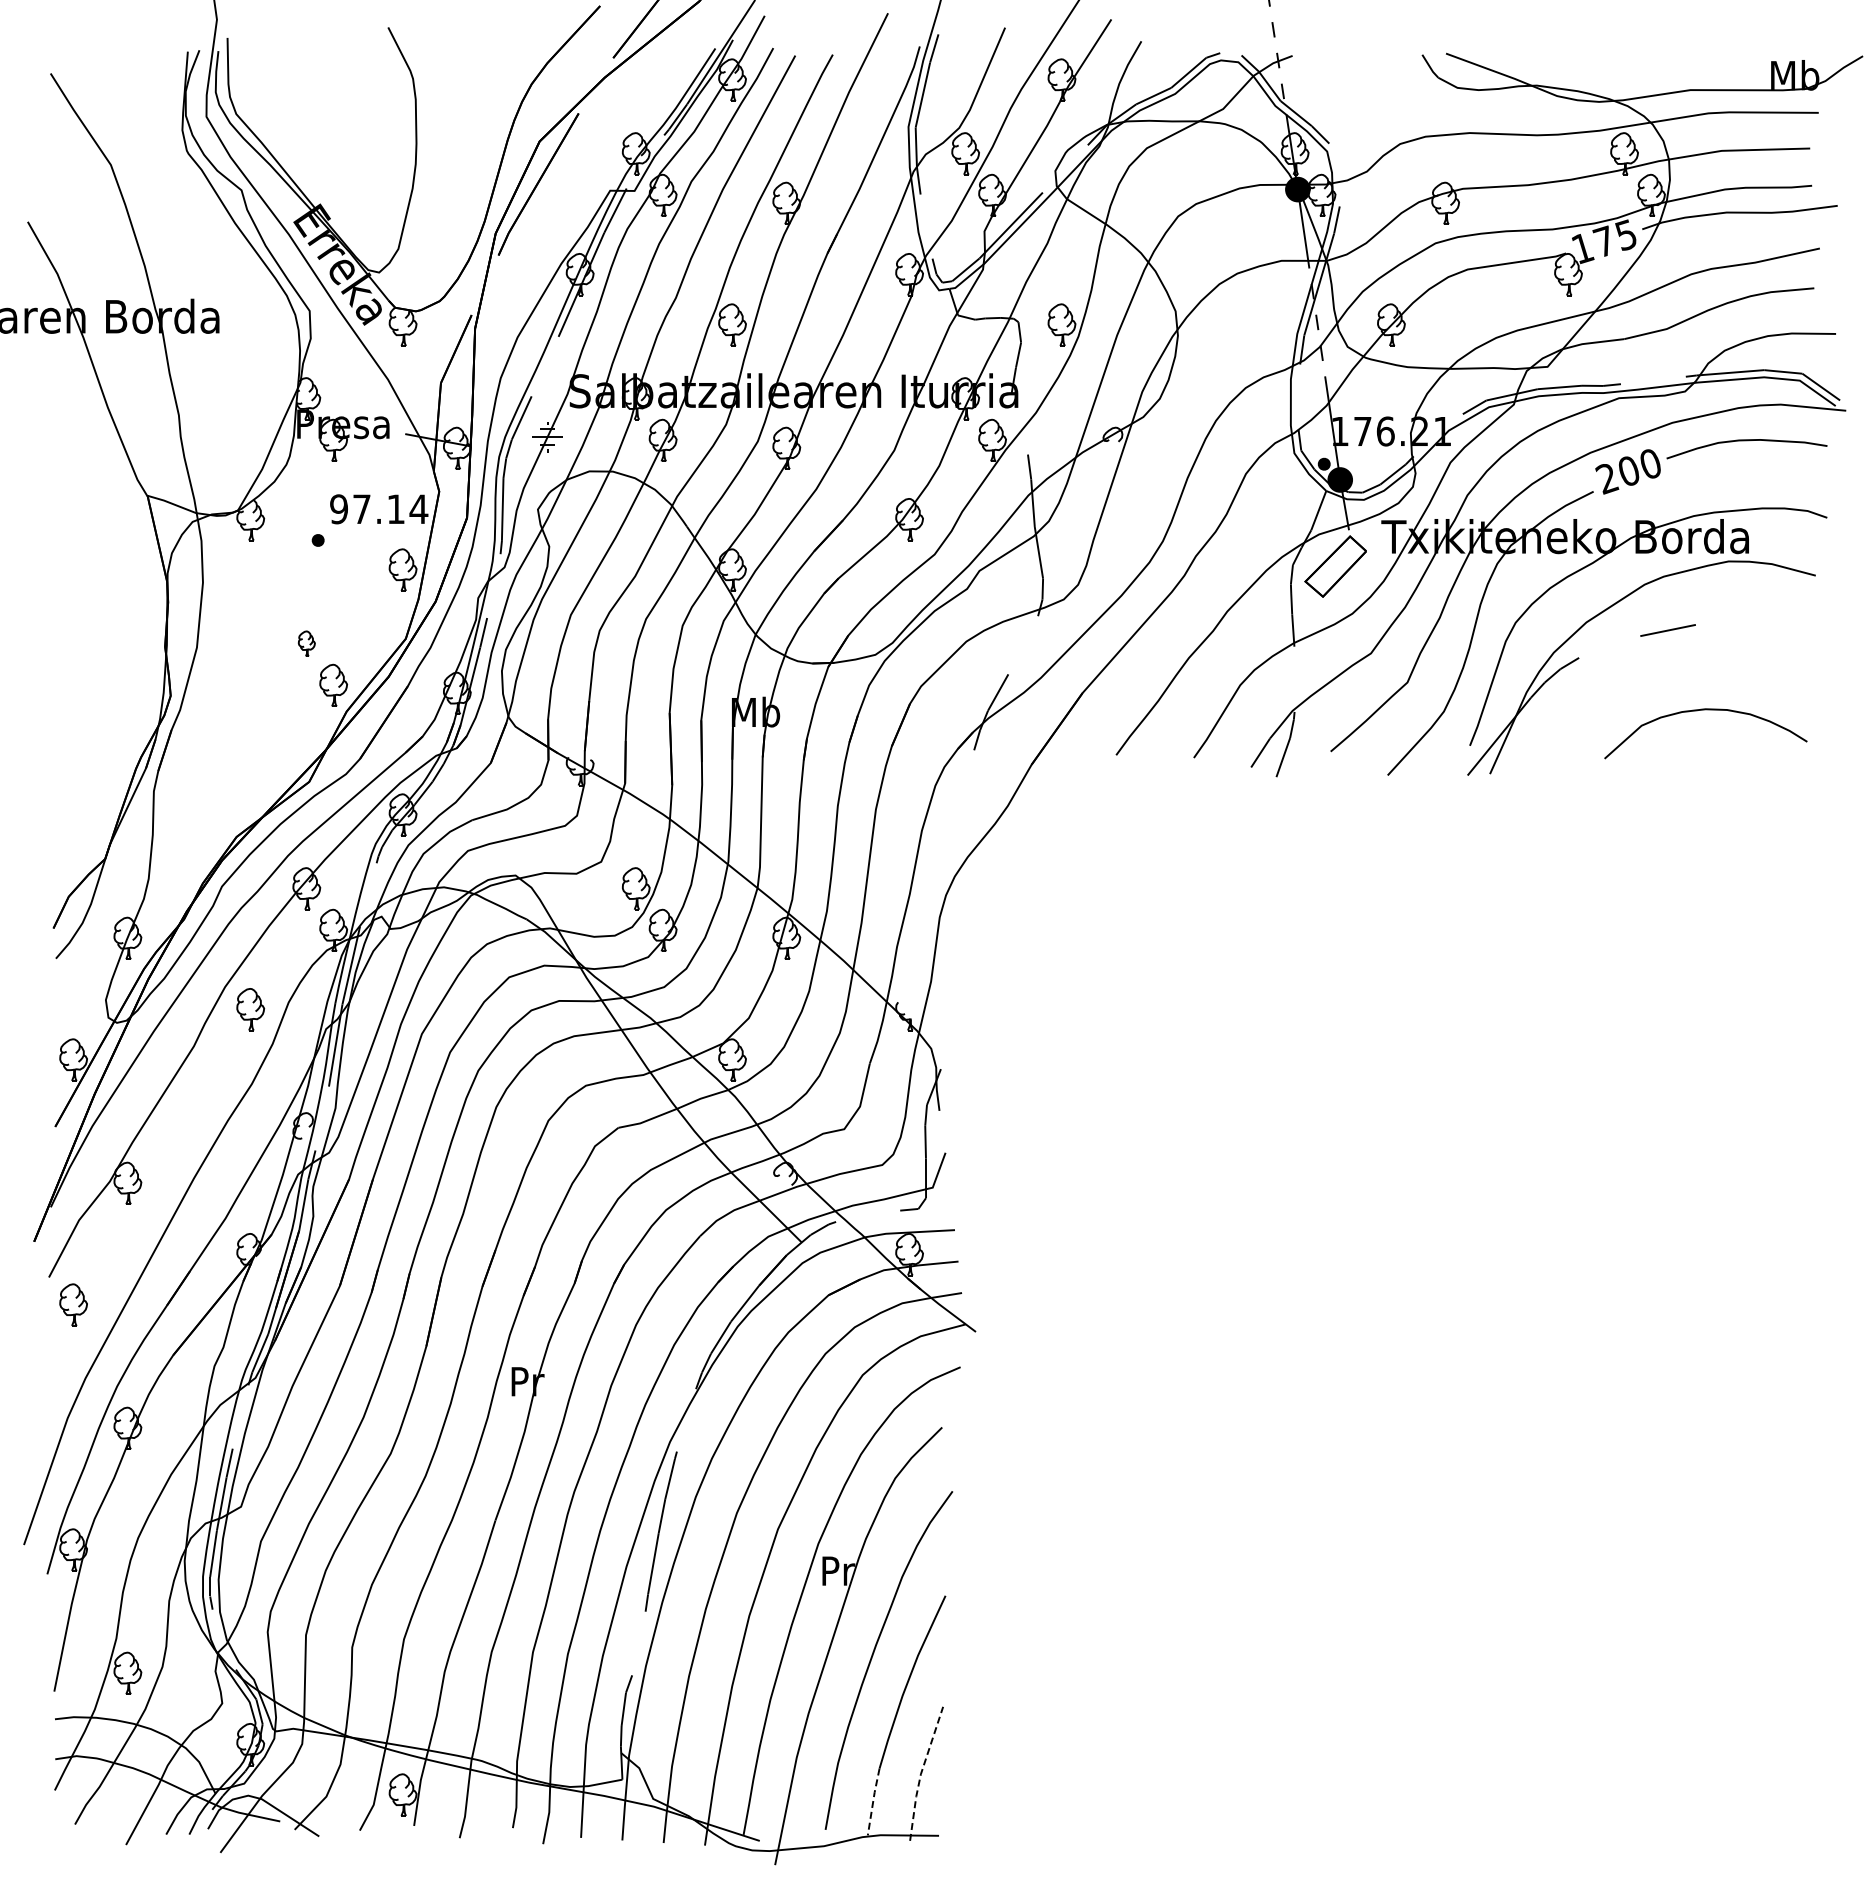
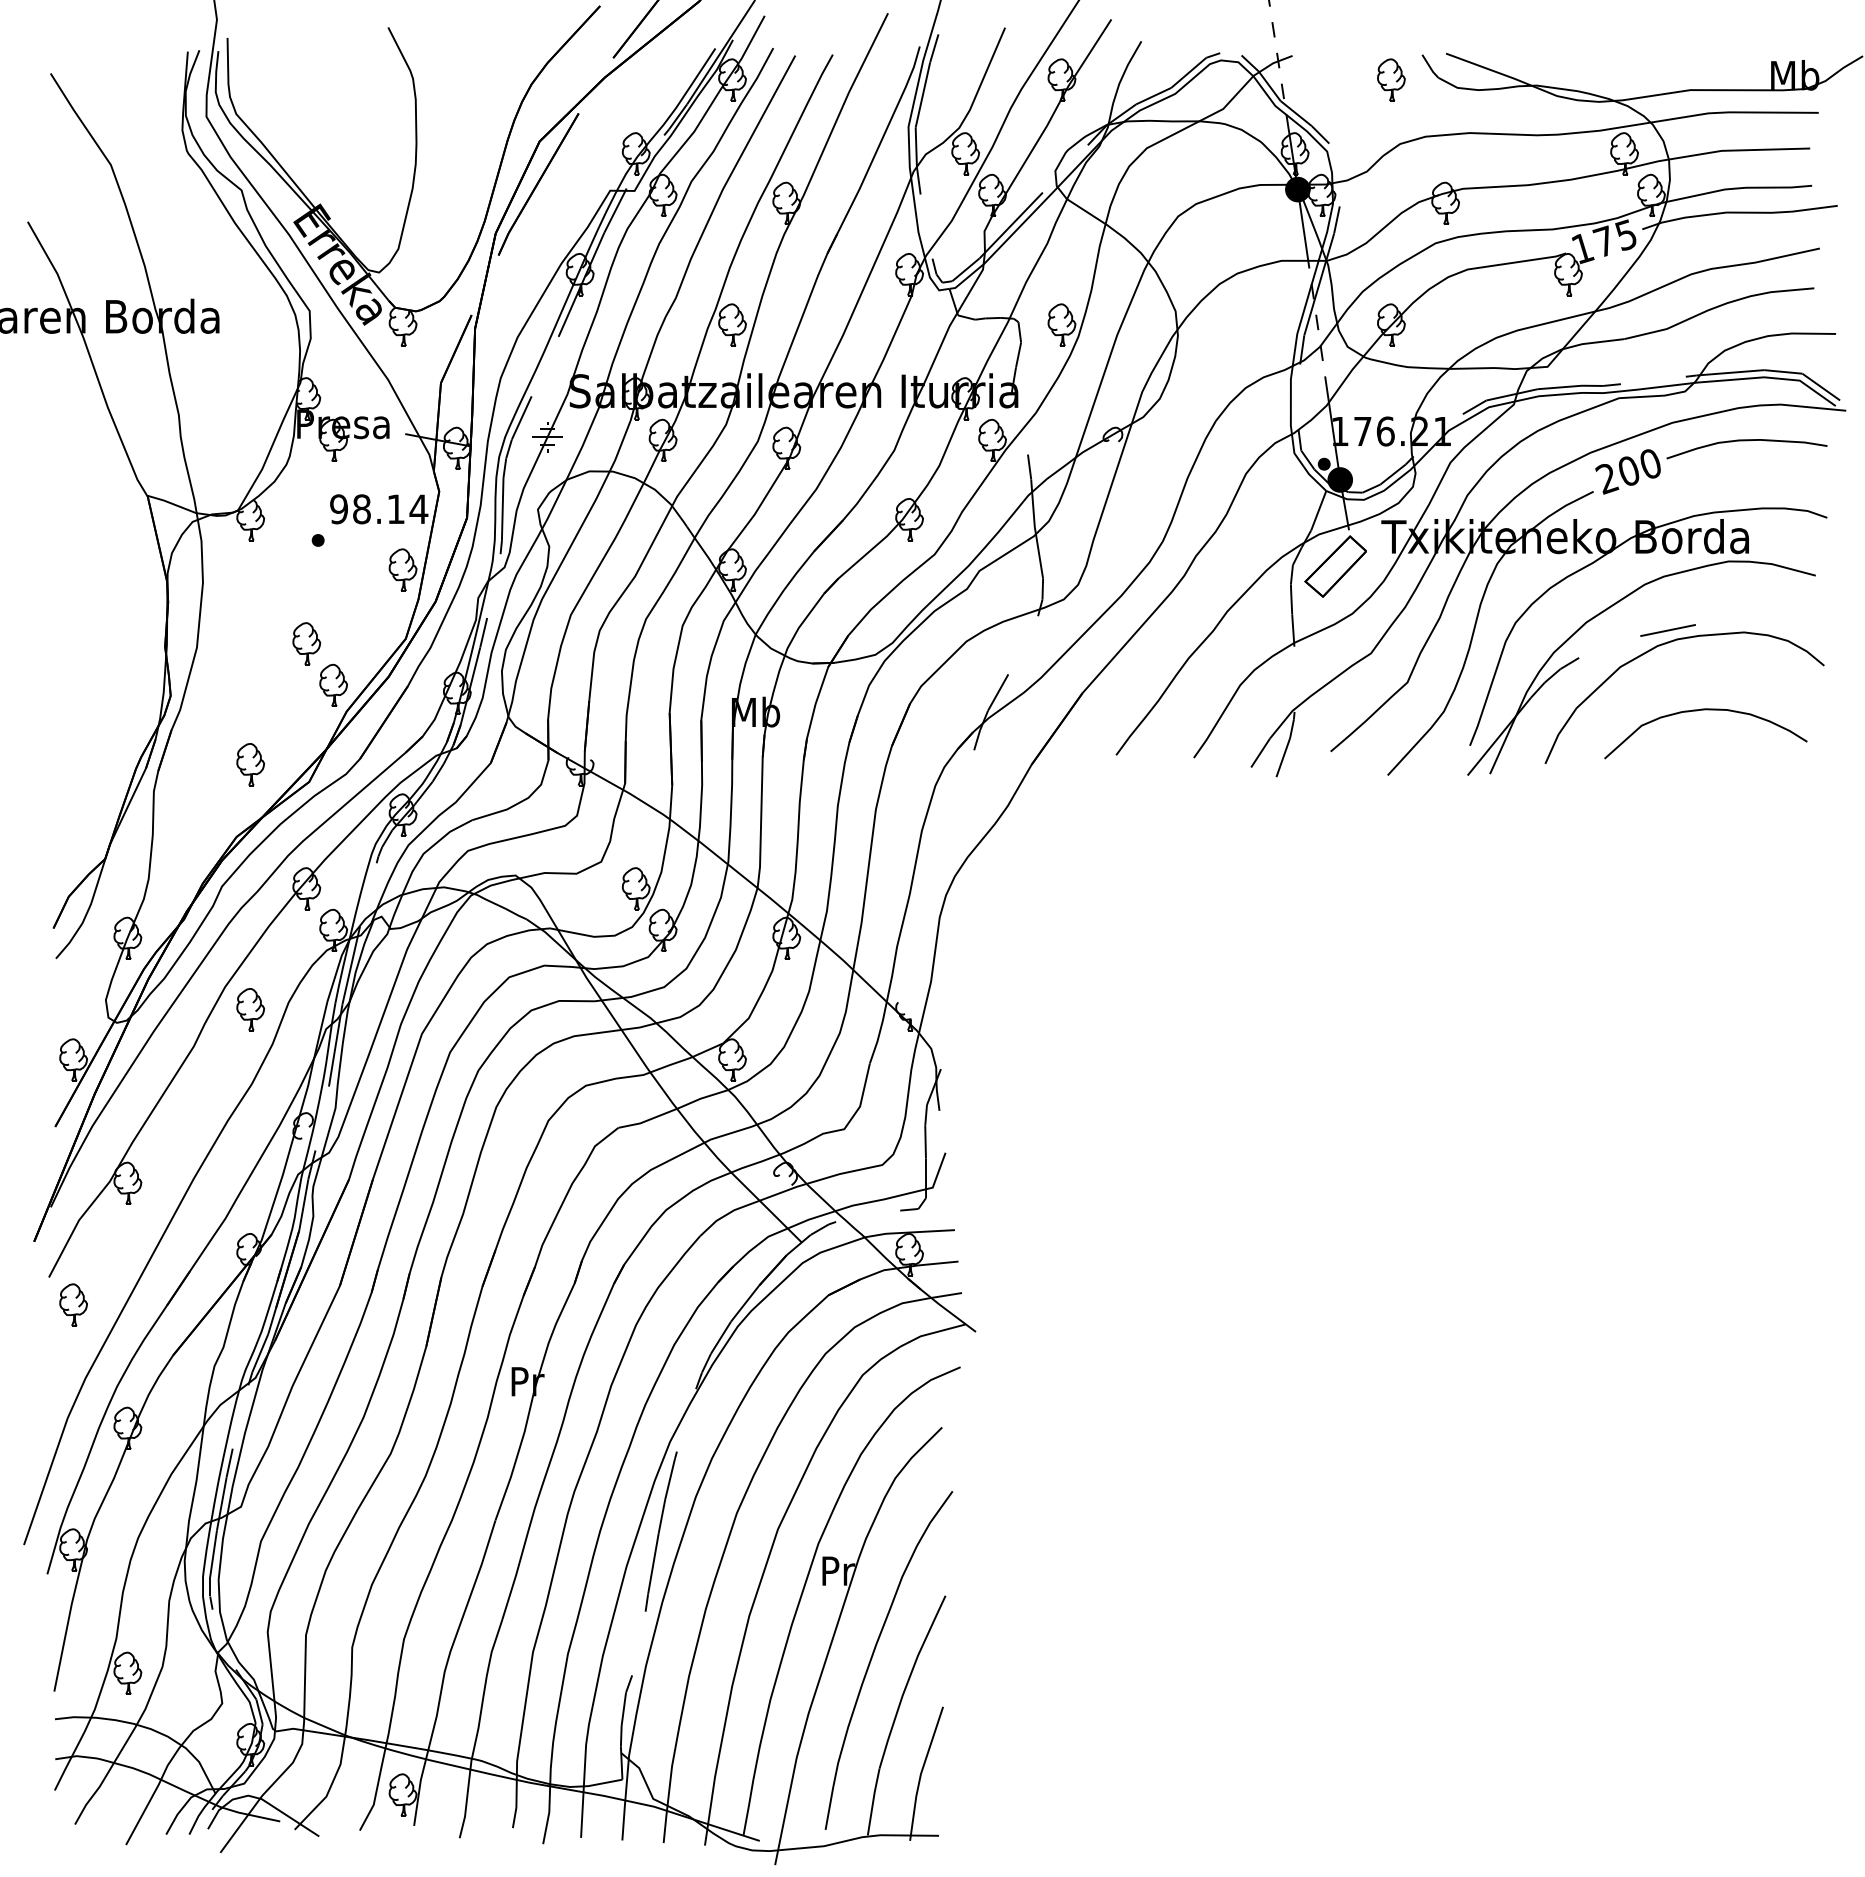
part at (1391, 79): none -> present
text at (361, 509): 97.14 -> 98.14
part at (306, 643) size: 18x27 px -> 30x44 px
curve at (1665, 644): none -> present
part at (250, 764): none -> present
line at (921, 1773): dashed -> solid
line at (873, 1801): dashed -> solid
